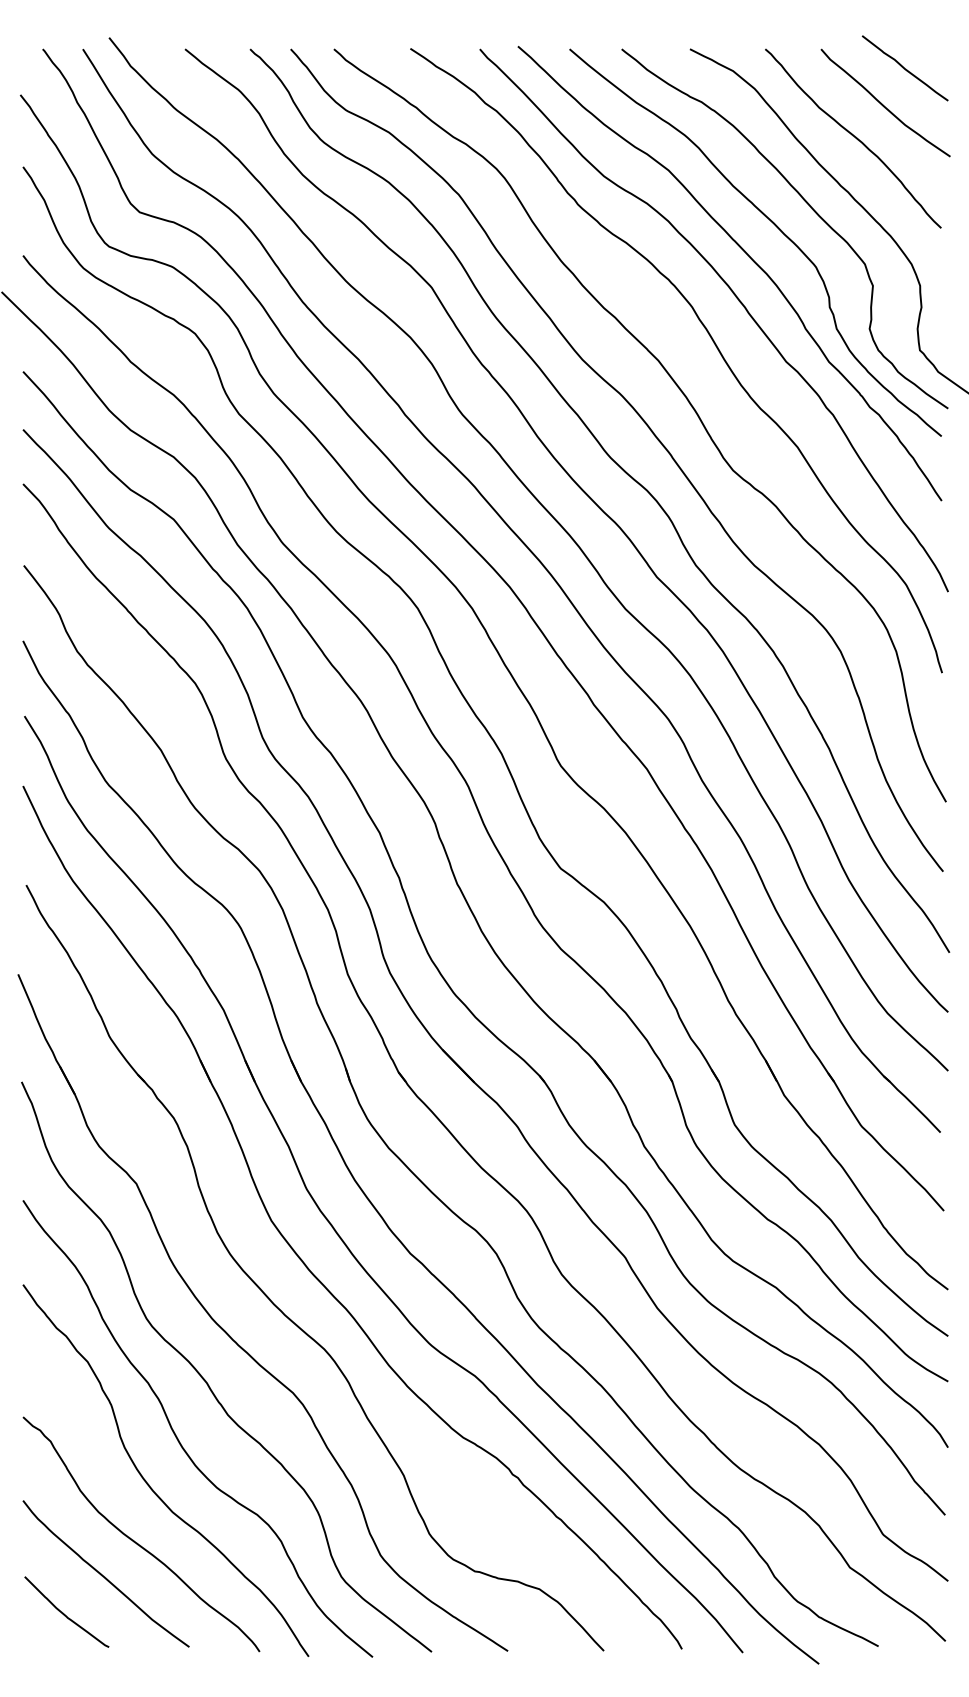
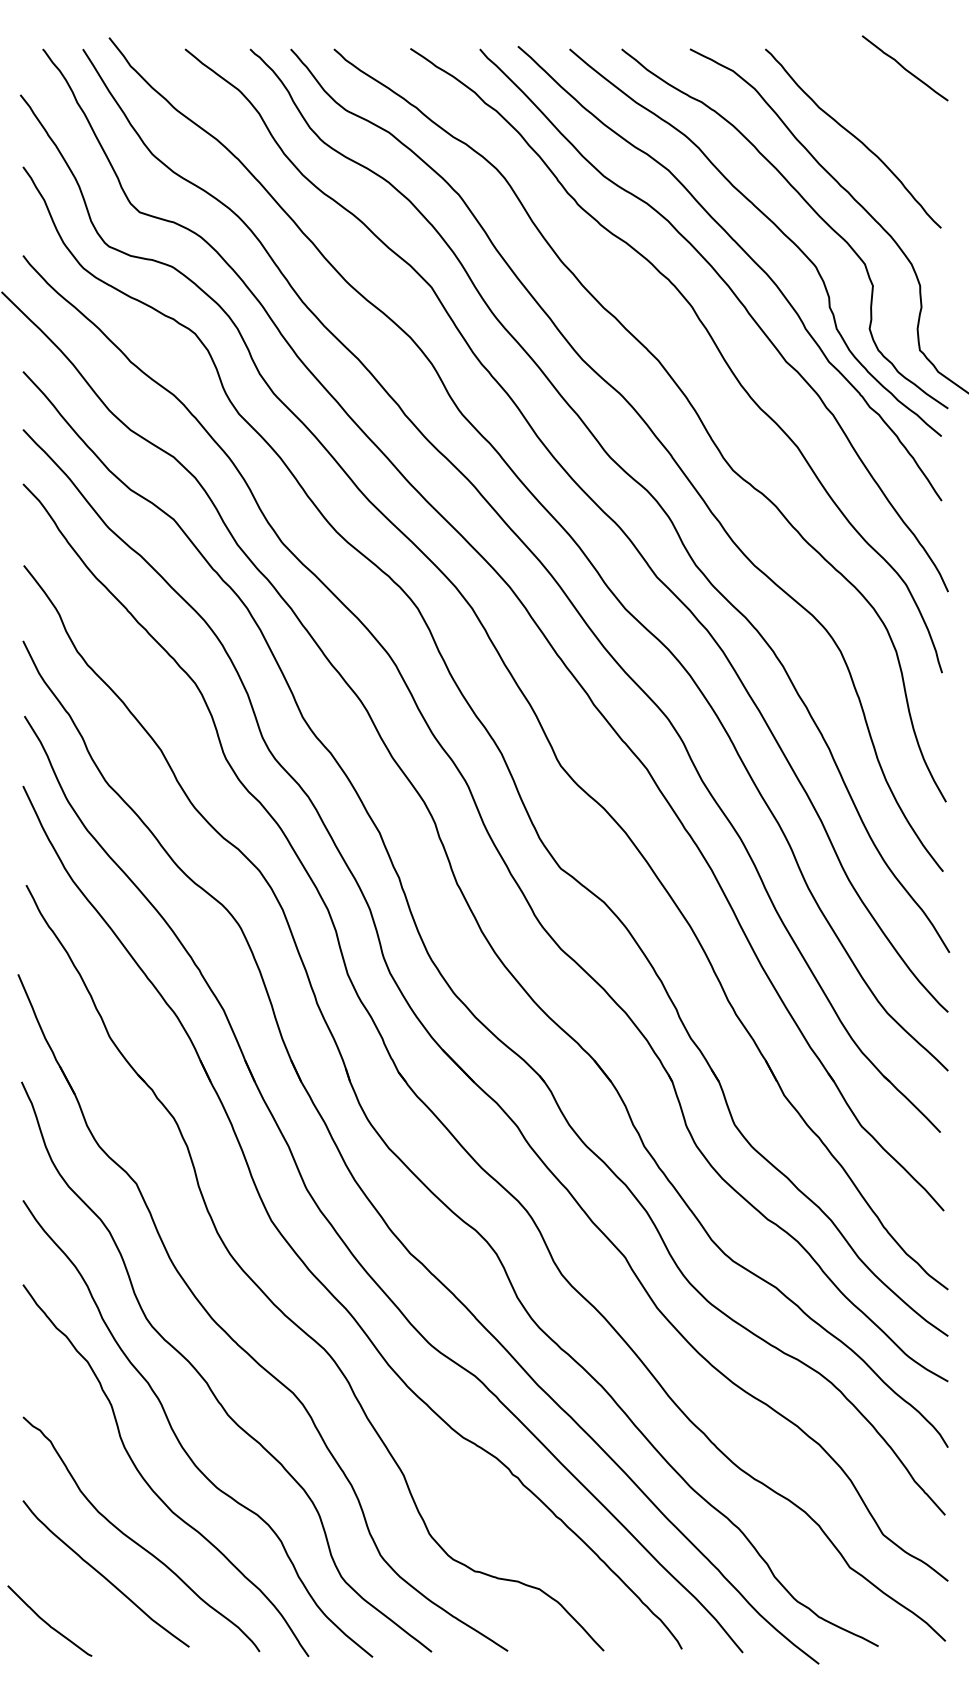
curve at (883, 104): present -> none
curve at (64, 1613) position: (64, 1613) -> (47, 1622)
